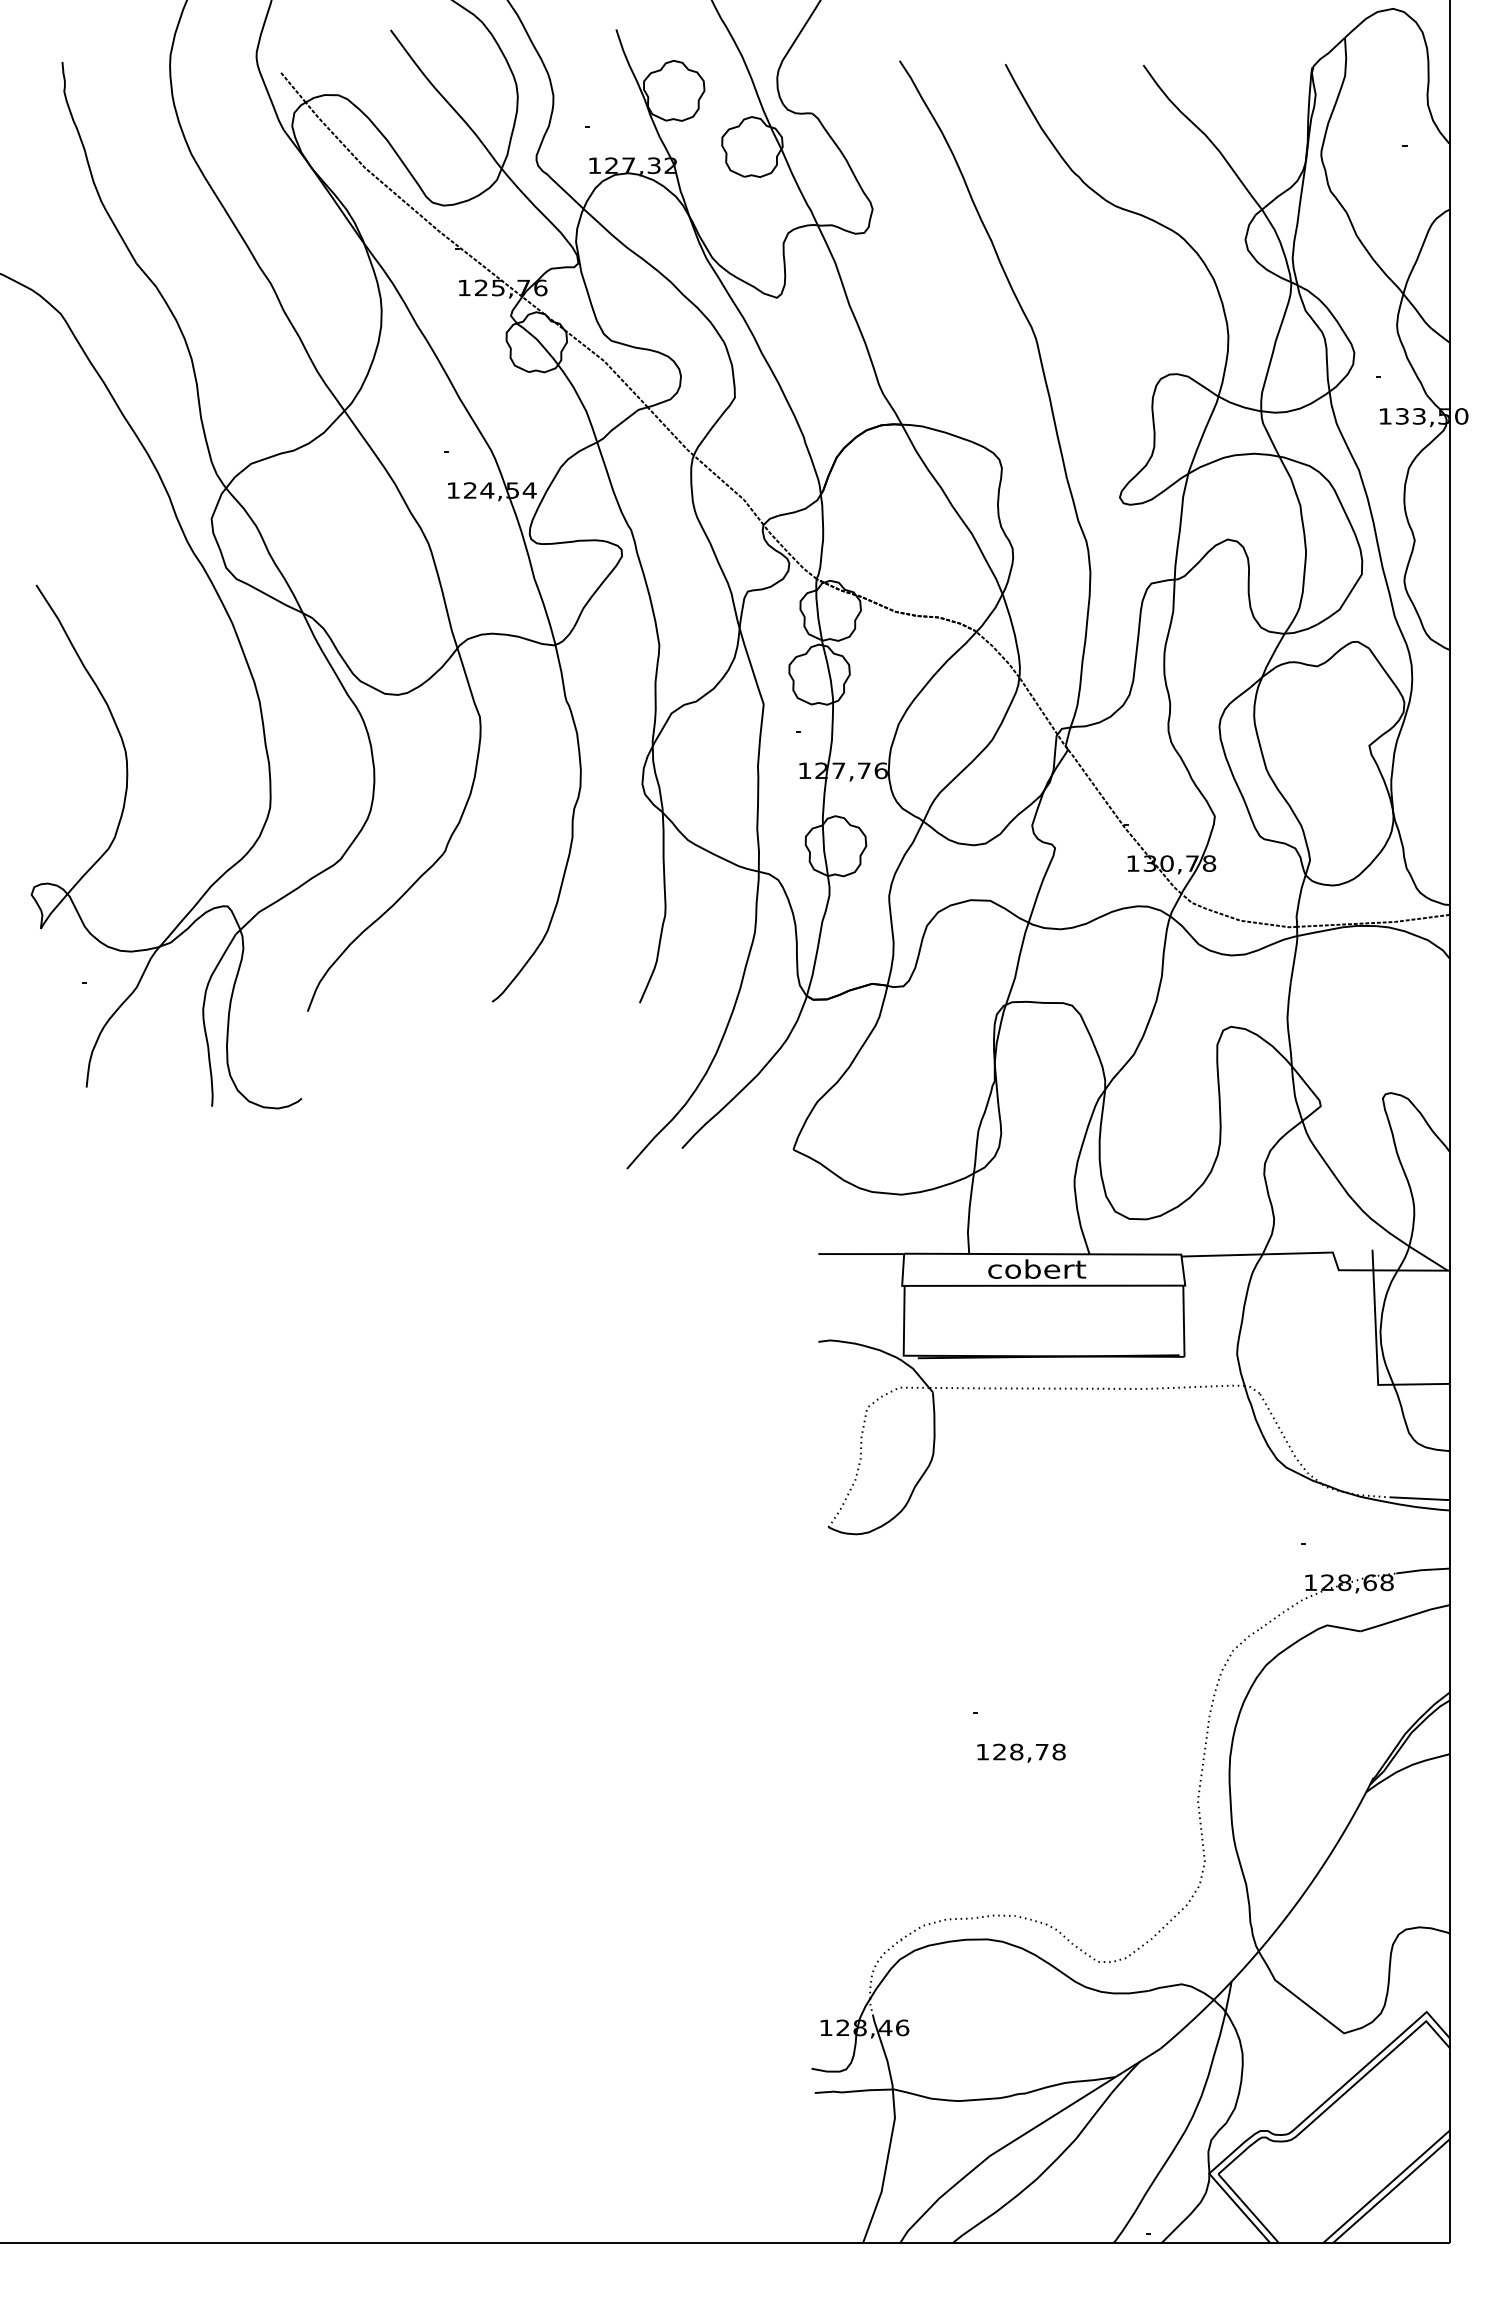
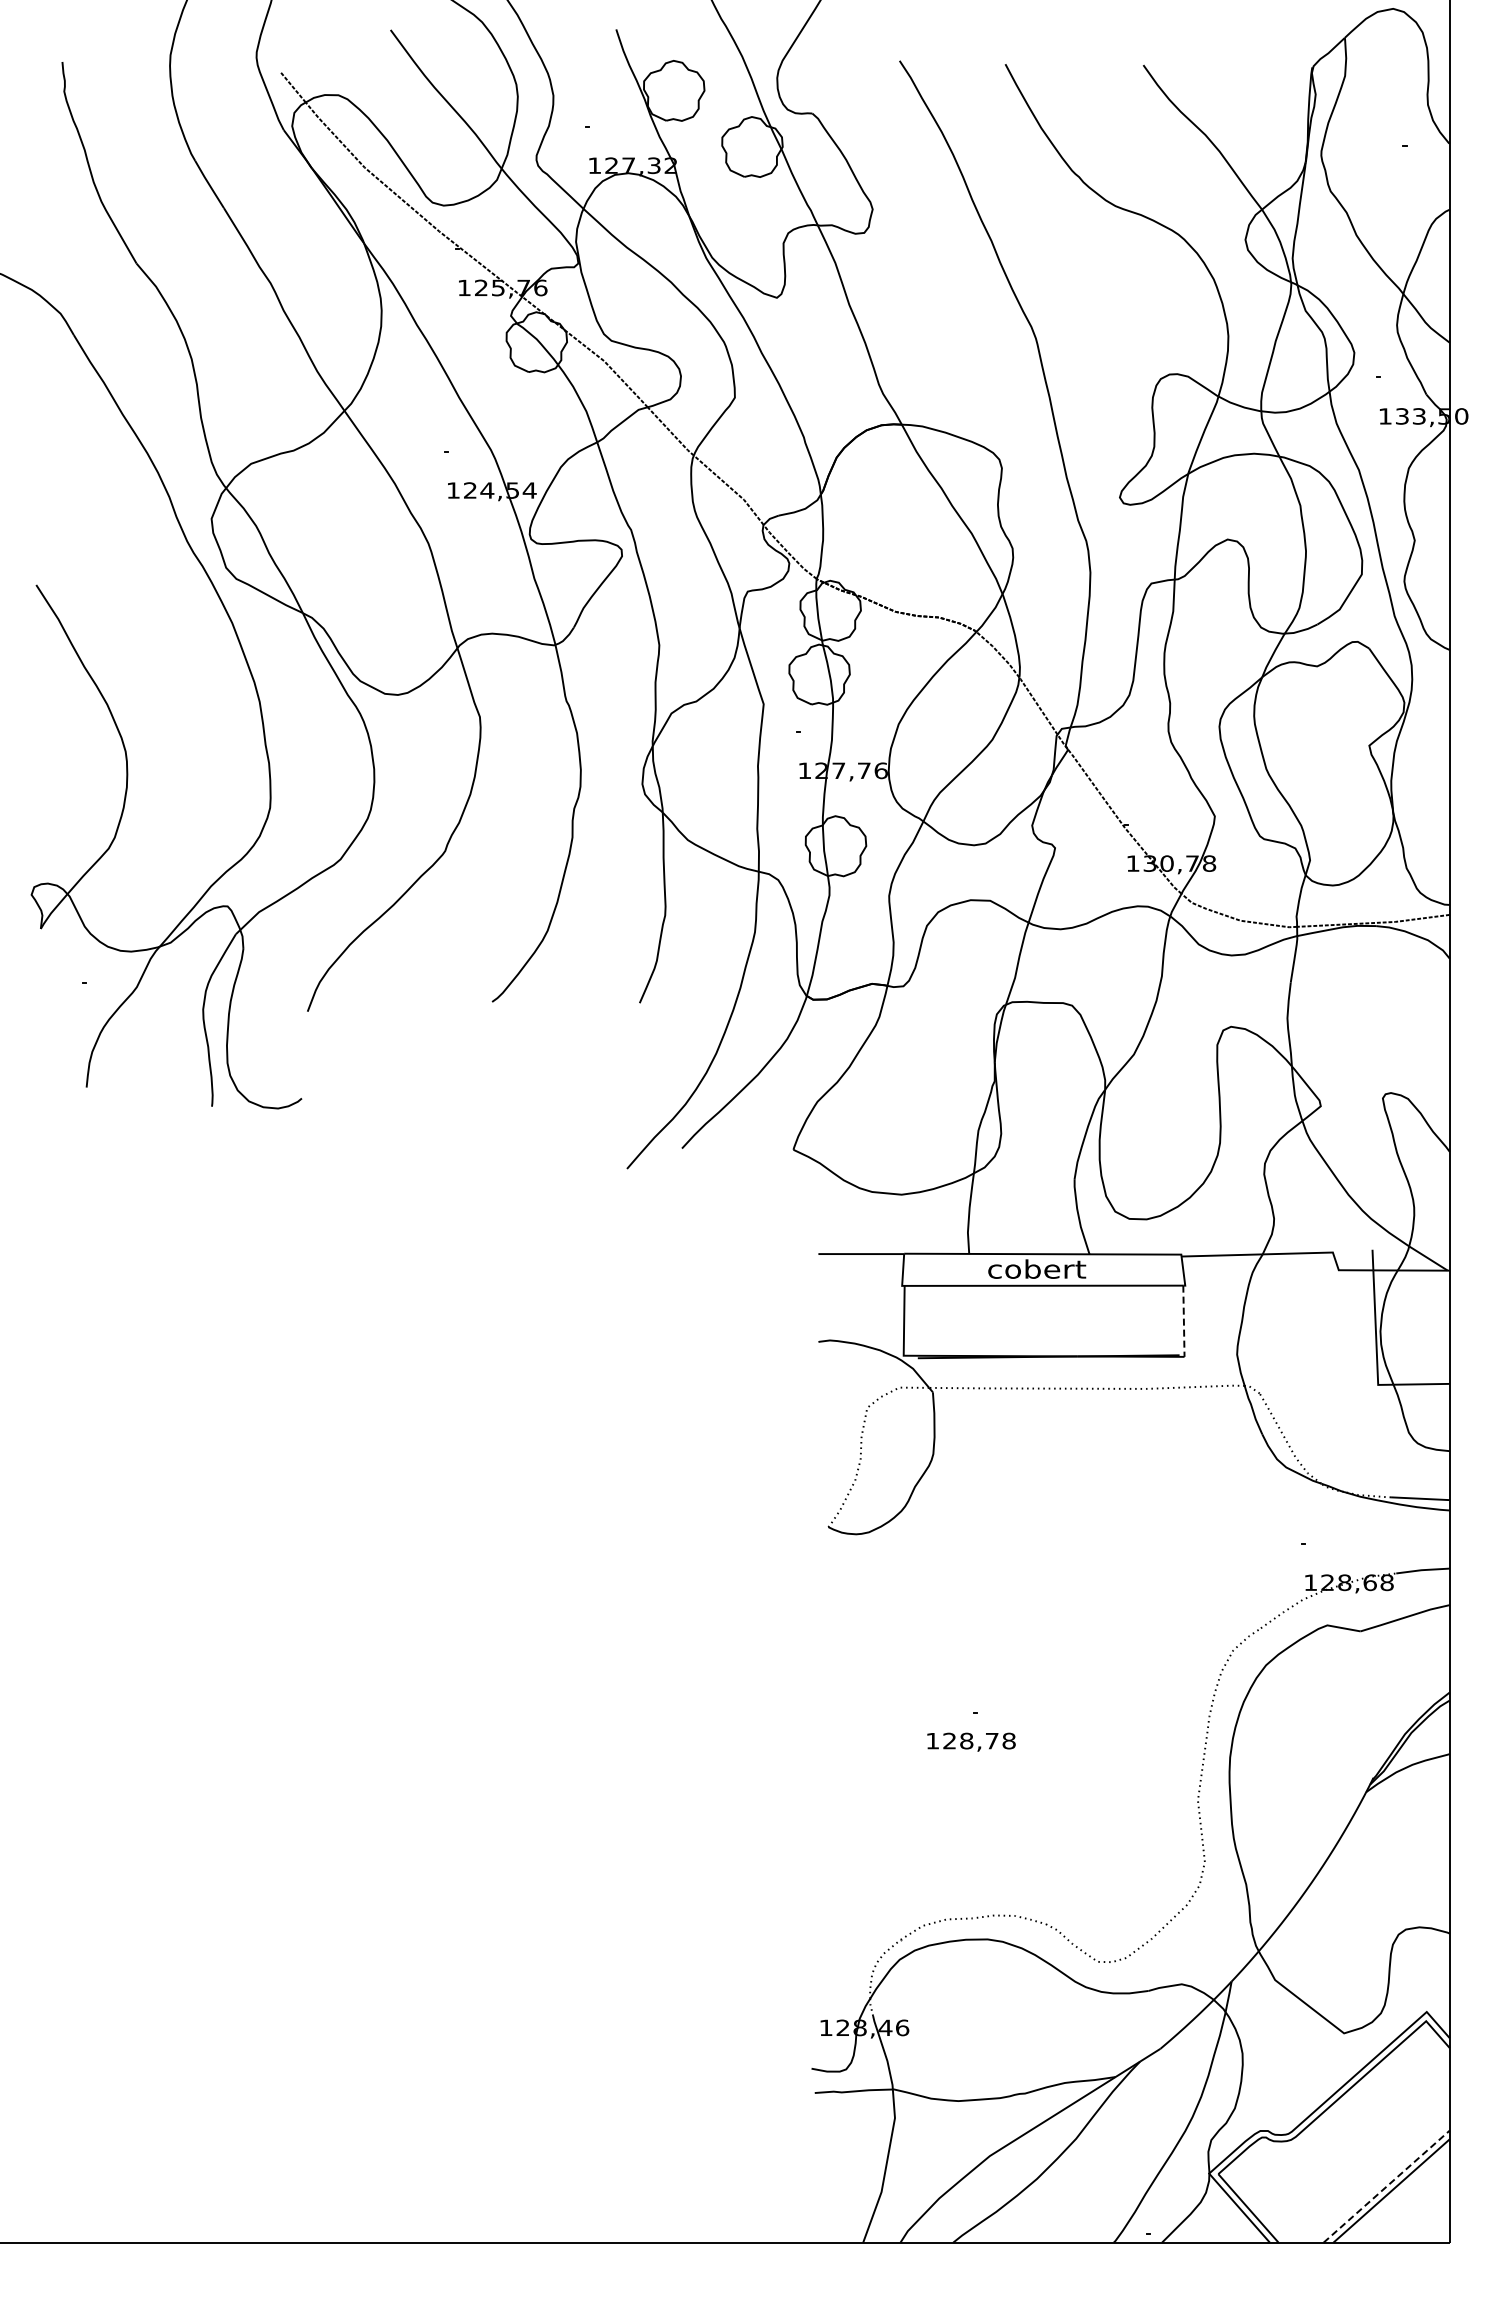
line at (1183, 1321): solid -> dashed
text at (1021, 1752) position: (1021, 1752) -> (971, 1741)
line at (1387, 2186): solid -> dashed
